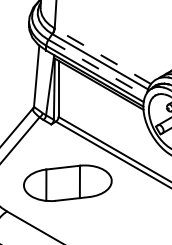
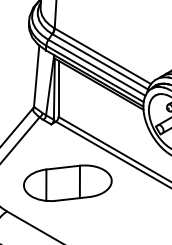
line at (102, 56): dashed -> solid
line at (97, 68): dashed -> solid
